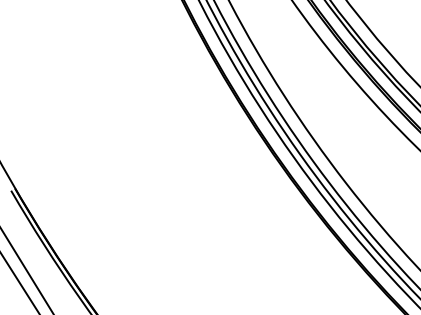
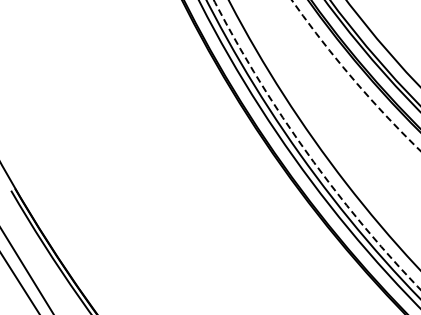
arc at (353, 79): solid -> dashed
arc at (307, 152): solid -> dashed
